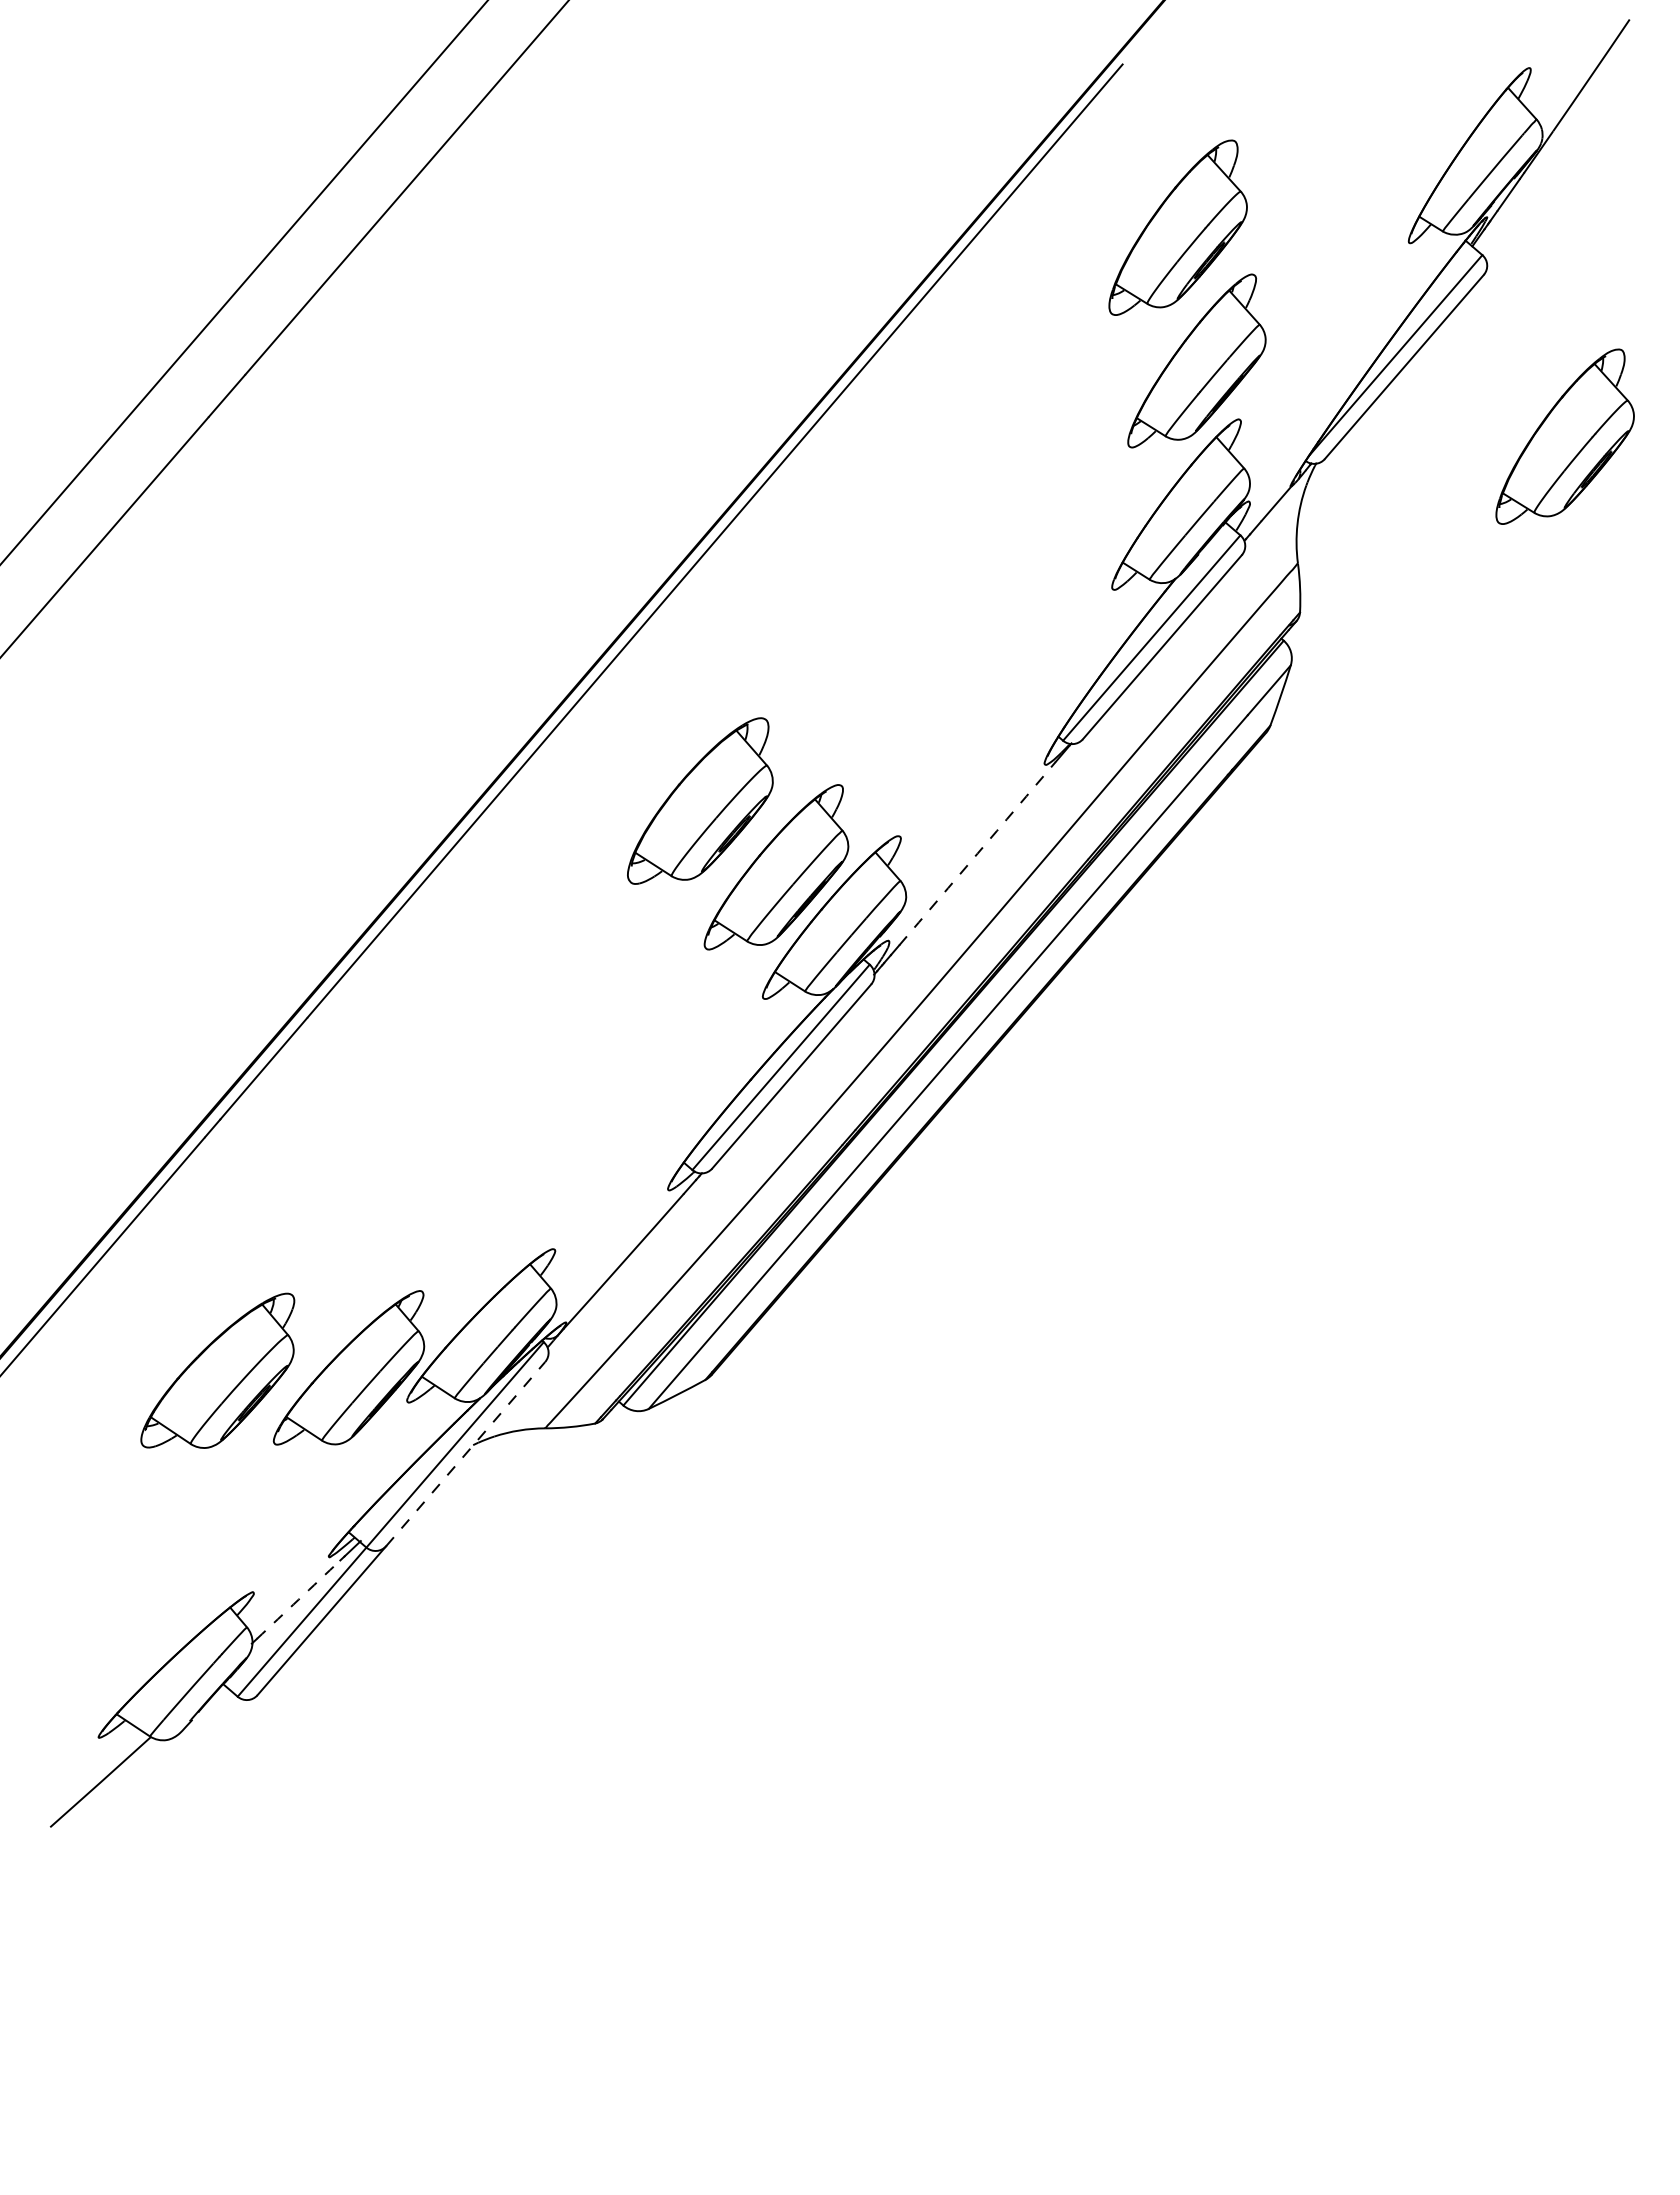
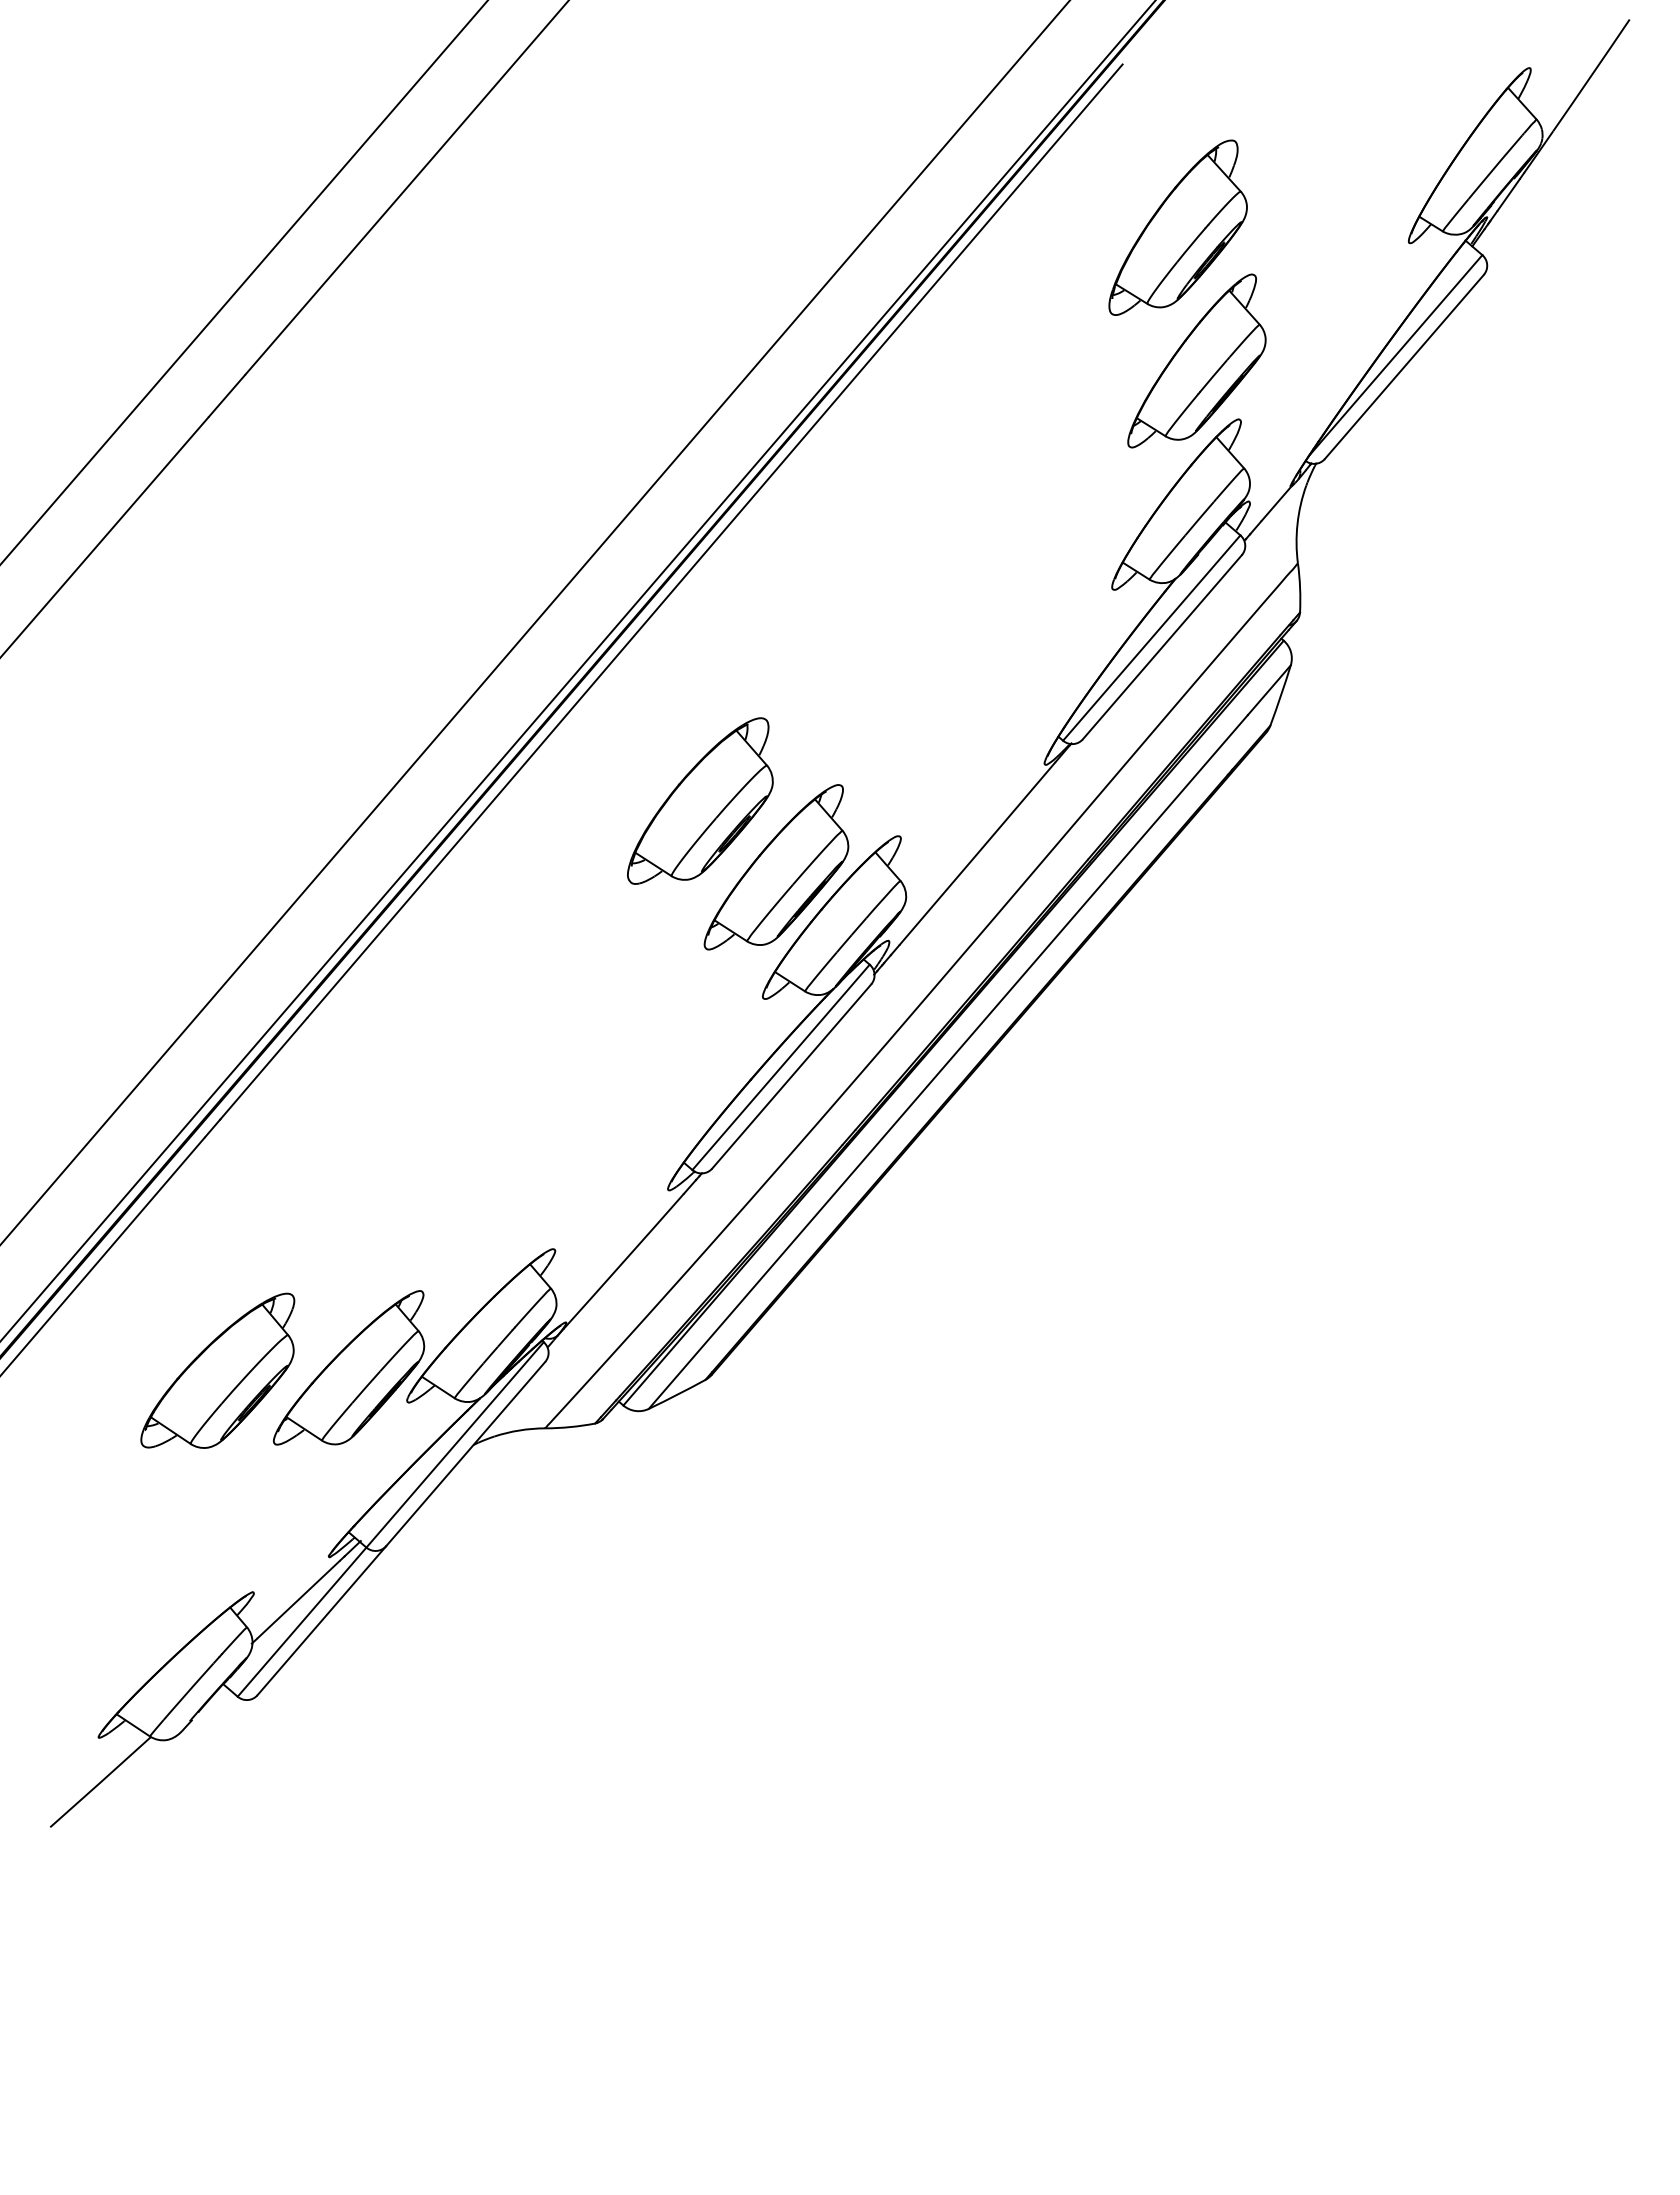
part at (1564, 436): present -> none
line at (535, 622): none -> present
line at (578, 670): none -> present
arc at (977, 853): dashed -> solid
line at (465, 1454): dashed -> solid
arc at (298, 1599): dashed -> solid
